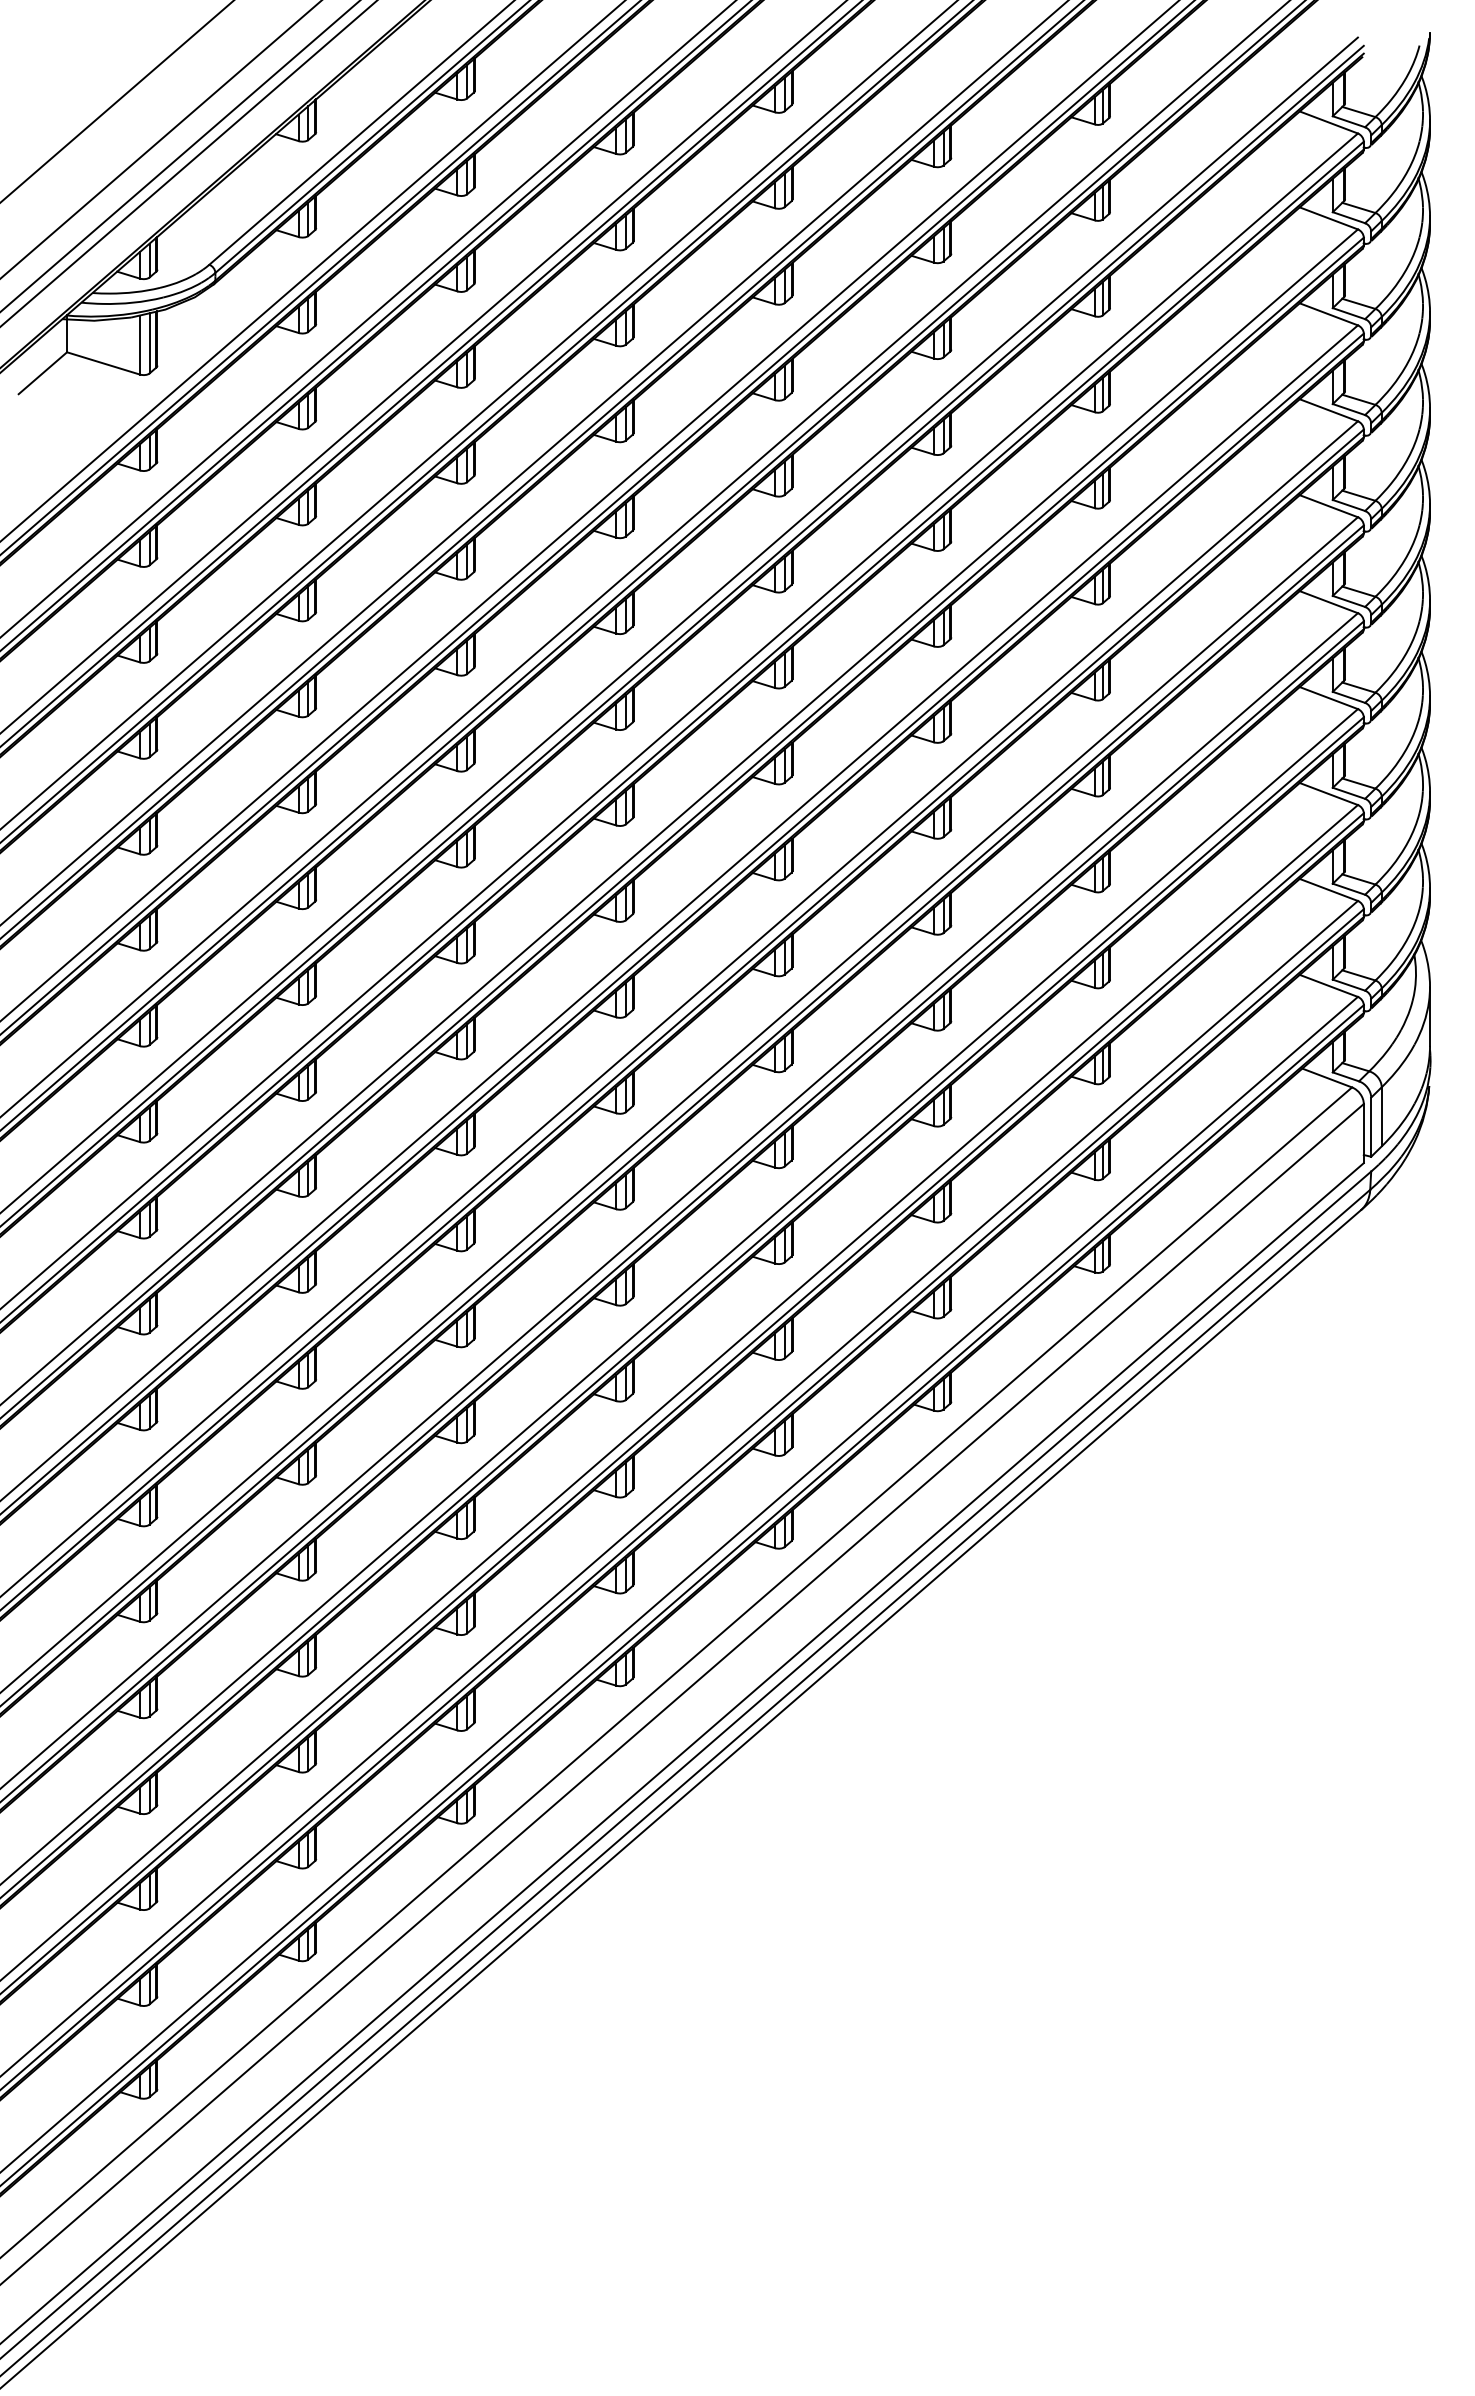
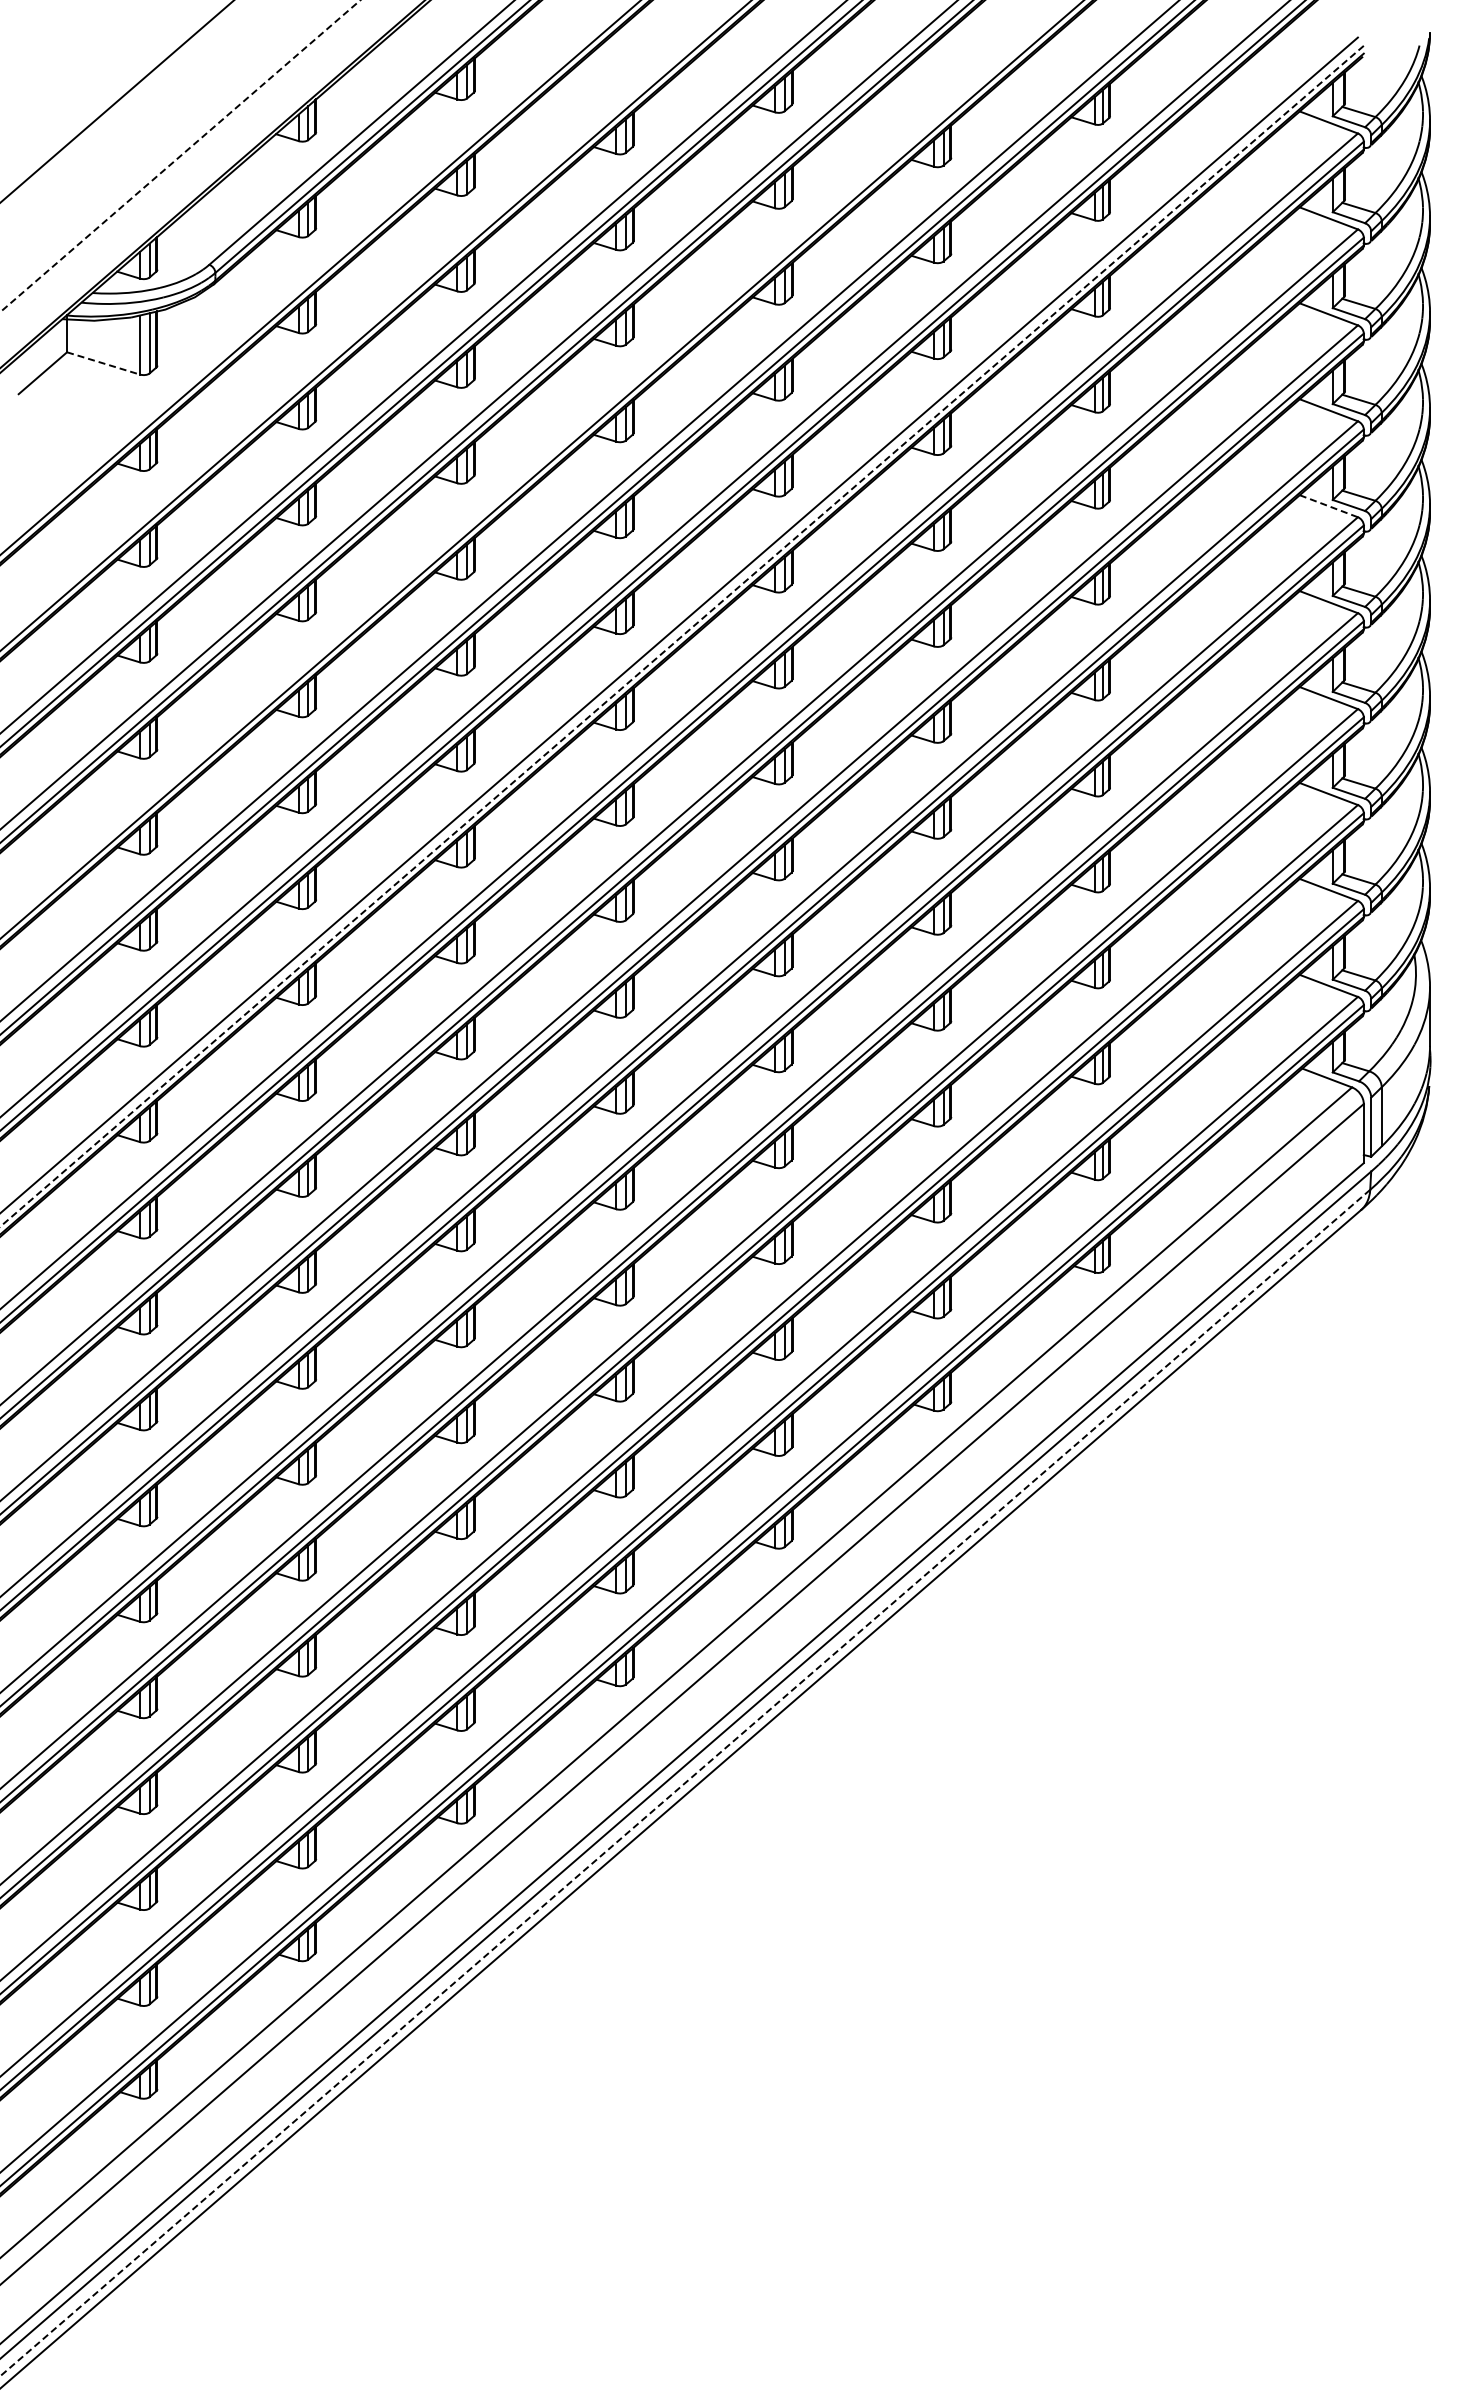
line at (160, 139): present -> none
line at (179, 156): solid -> dashed
line at (188, 163): present -> none
line at (312, 270): present -> none
line at (368, 318): present -> none
line at (103, 363): solid -> dashed
line at (534, 462): present -> none
line at (1329, 506): solid -> dashed
line at (682, 636): solid -> dashed
line at (685, 1782): solid -> dashed
